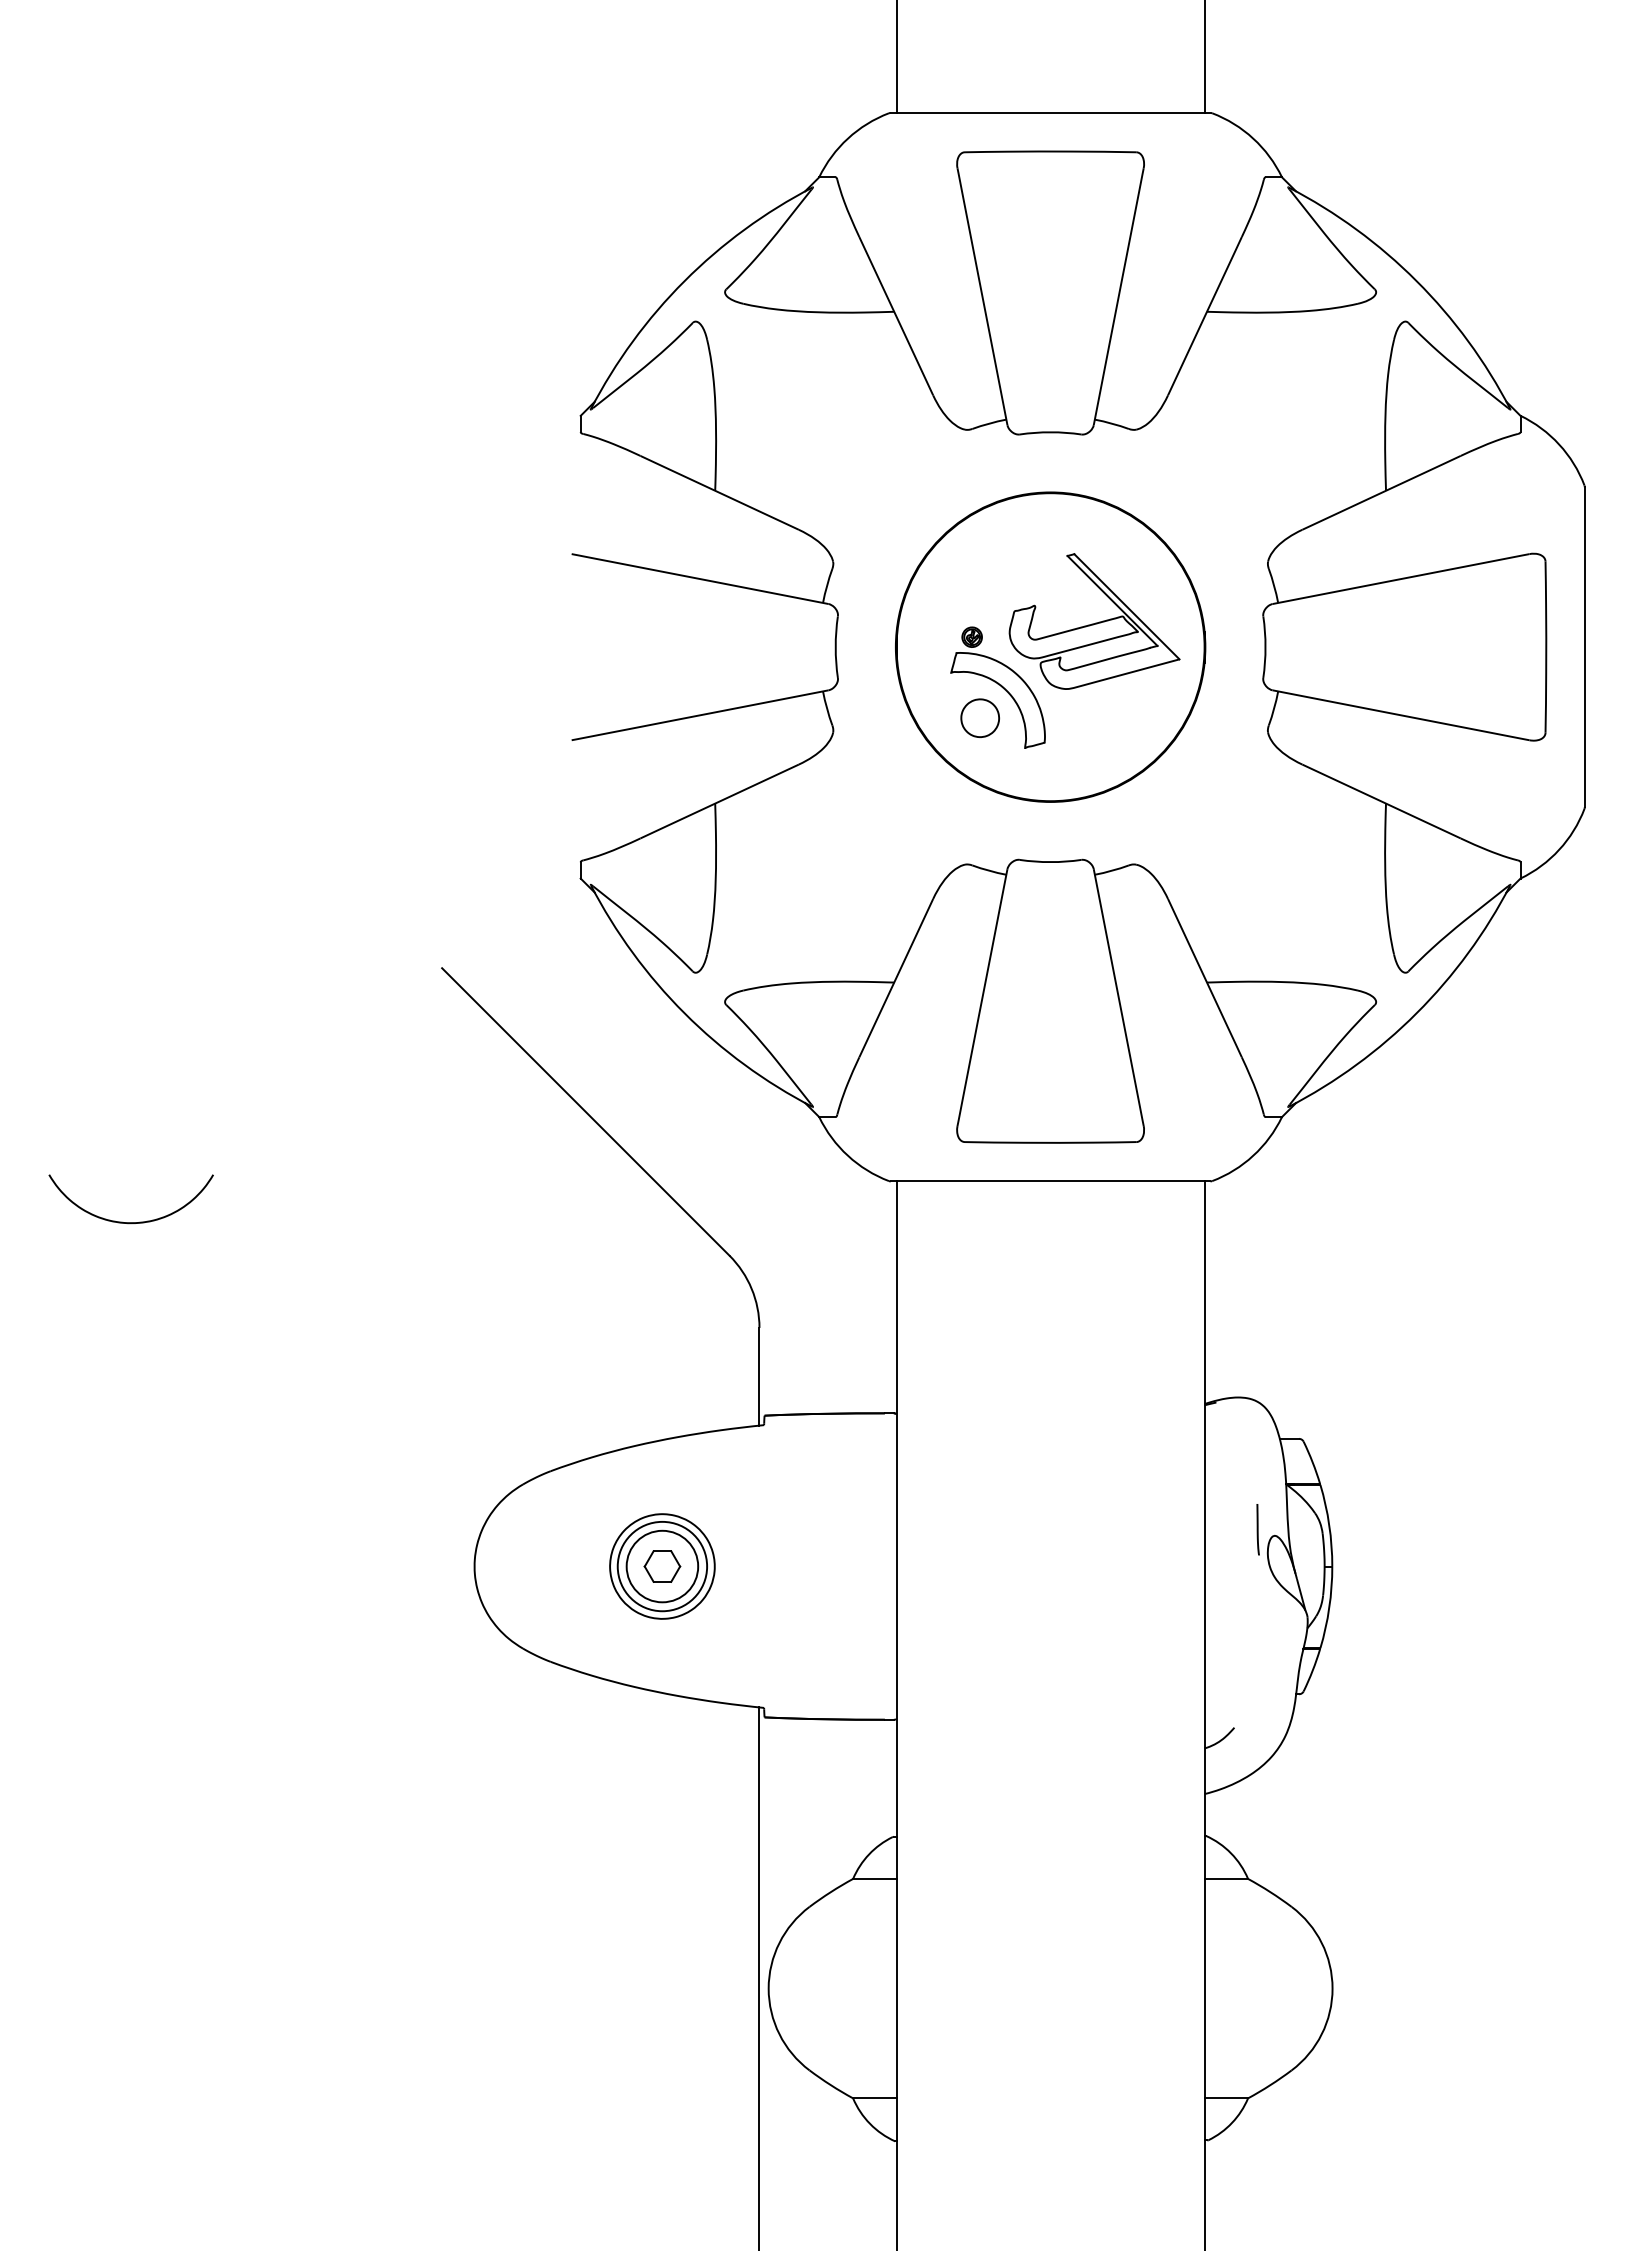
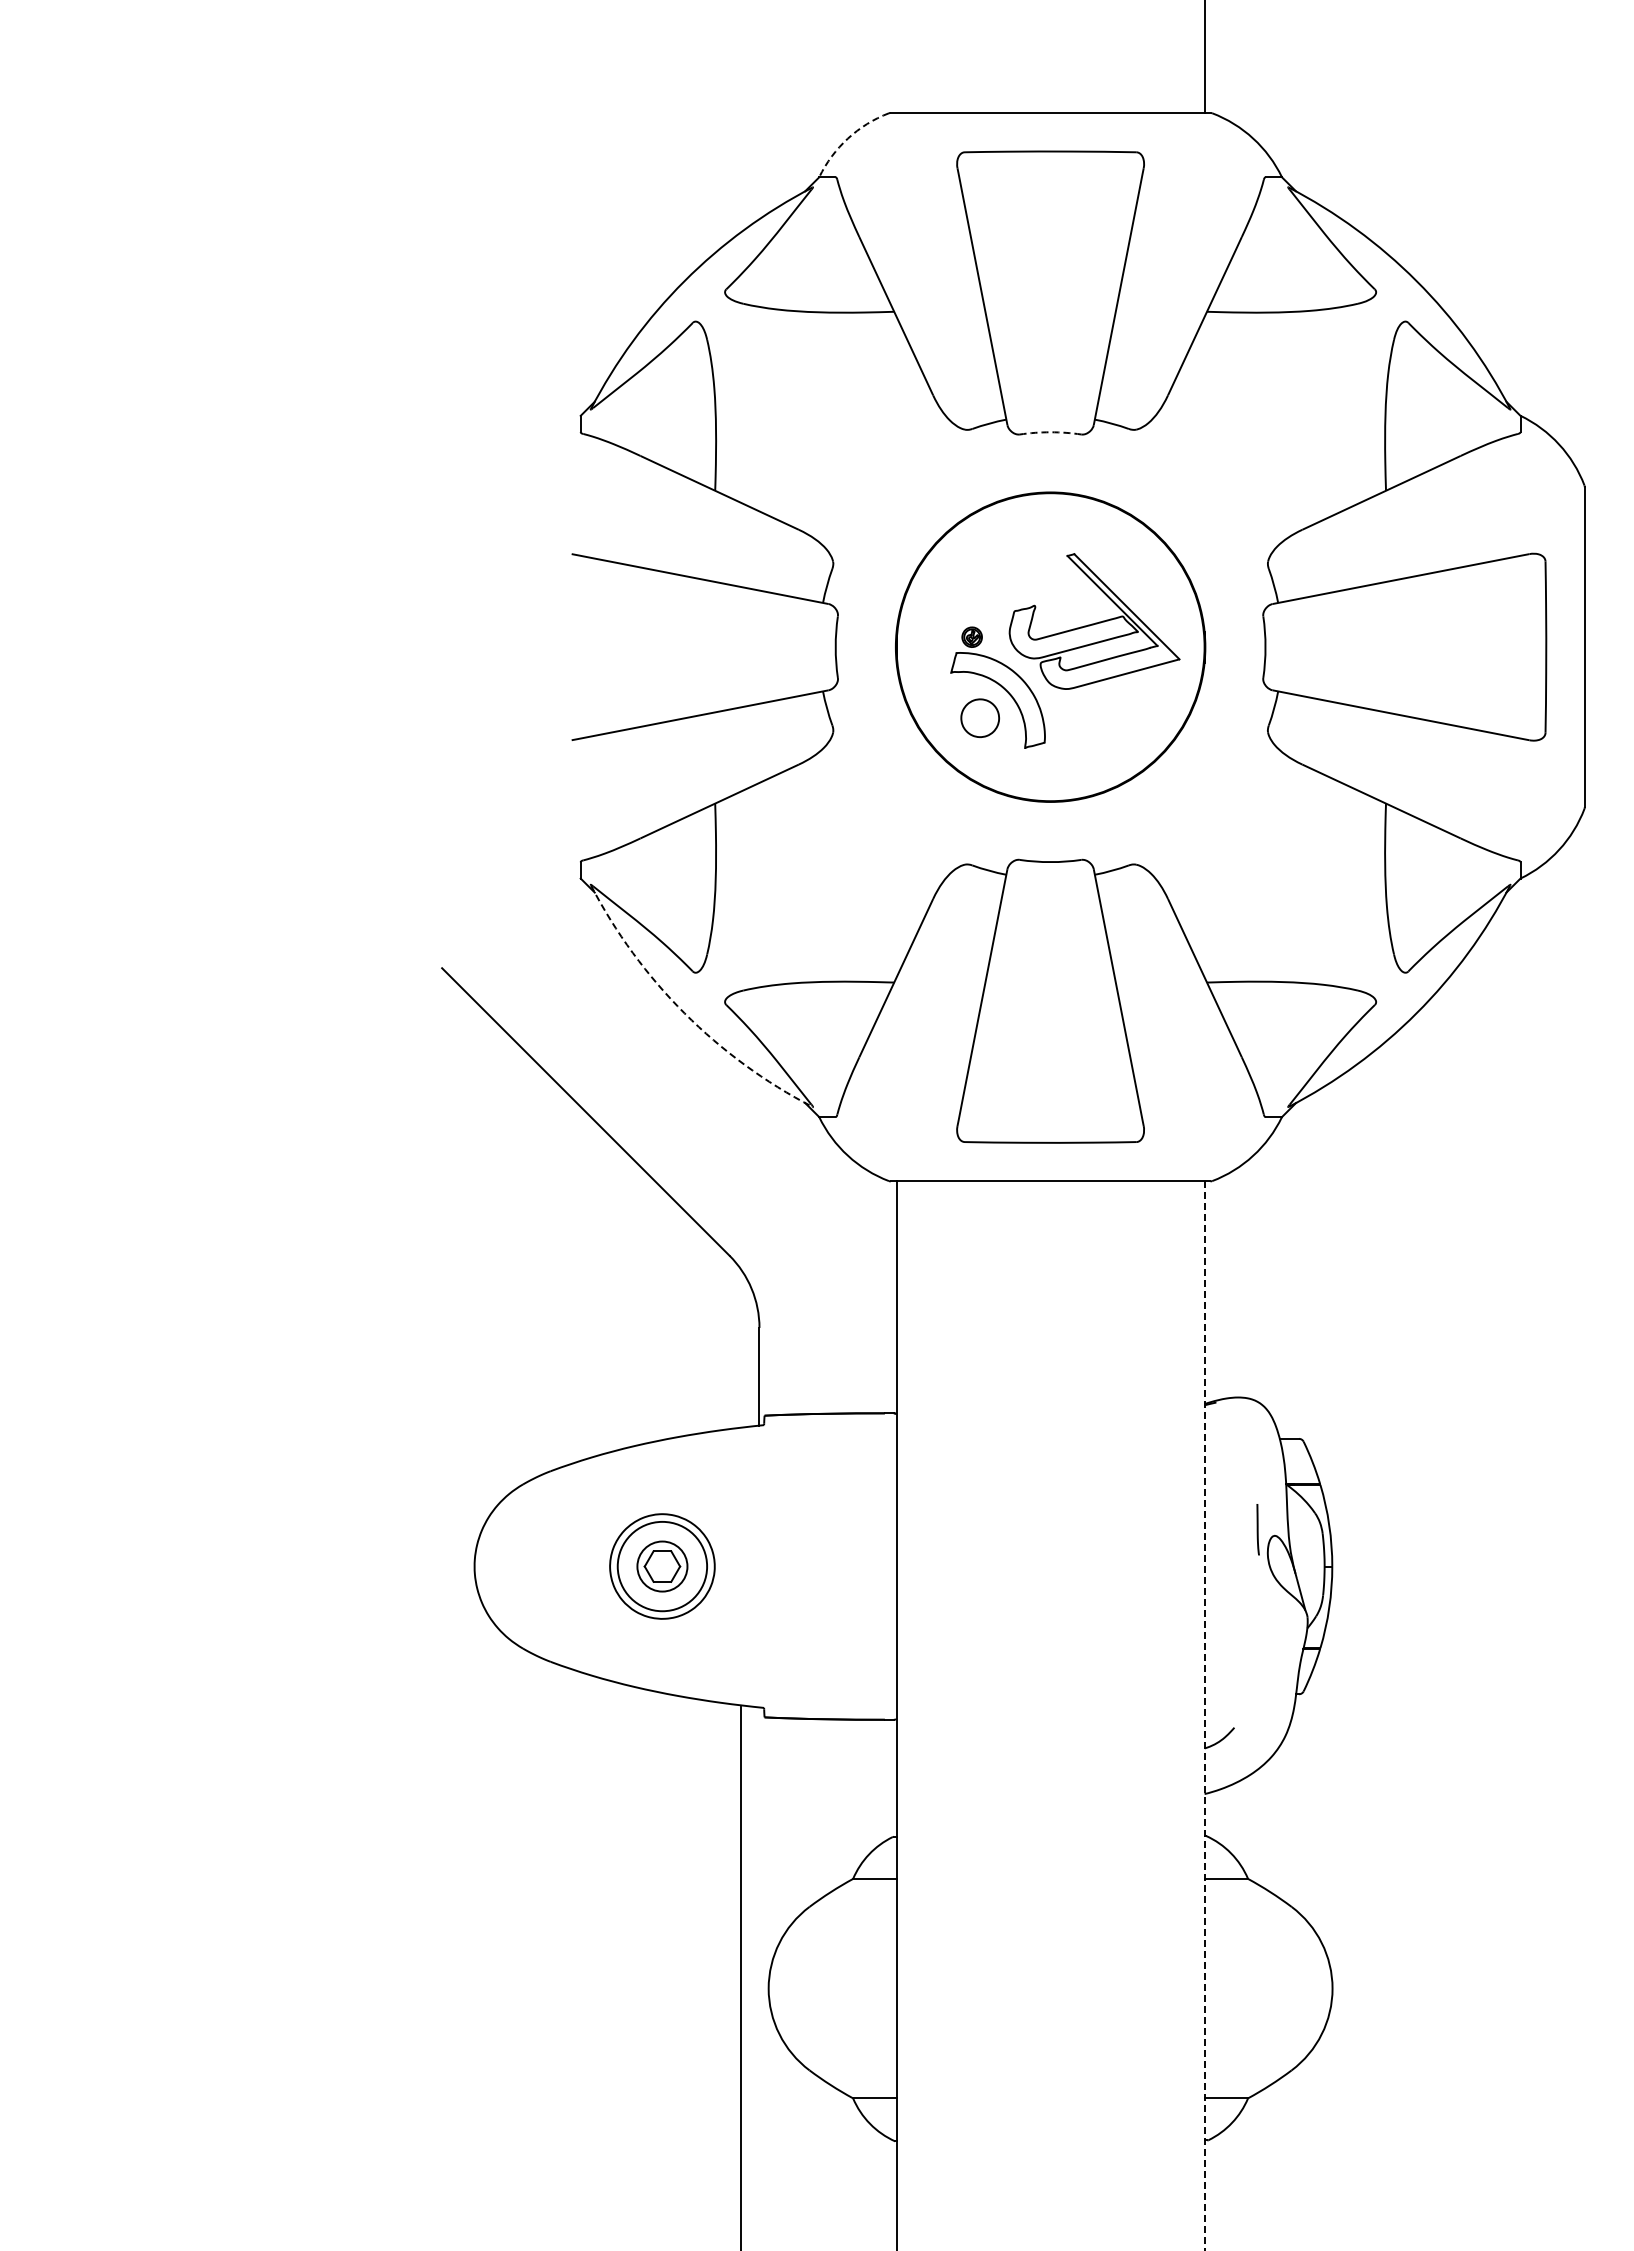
line at (896, 57): present -> none
arc at (847, 138): solid -> dashed
arc at (1050, 432): solid -> dashed
arc at (684, 1013): solid -> dashed
curve at (130, 1222): present -> none
circle at (662, 1566) diameter: 72 px -> 50 px
line at (1204, 1716): solid -> dashed
line at (759, 1977) position: (759, 1977) -> (741, 1977)
